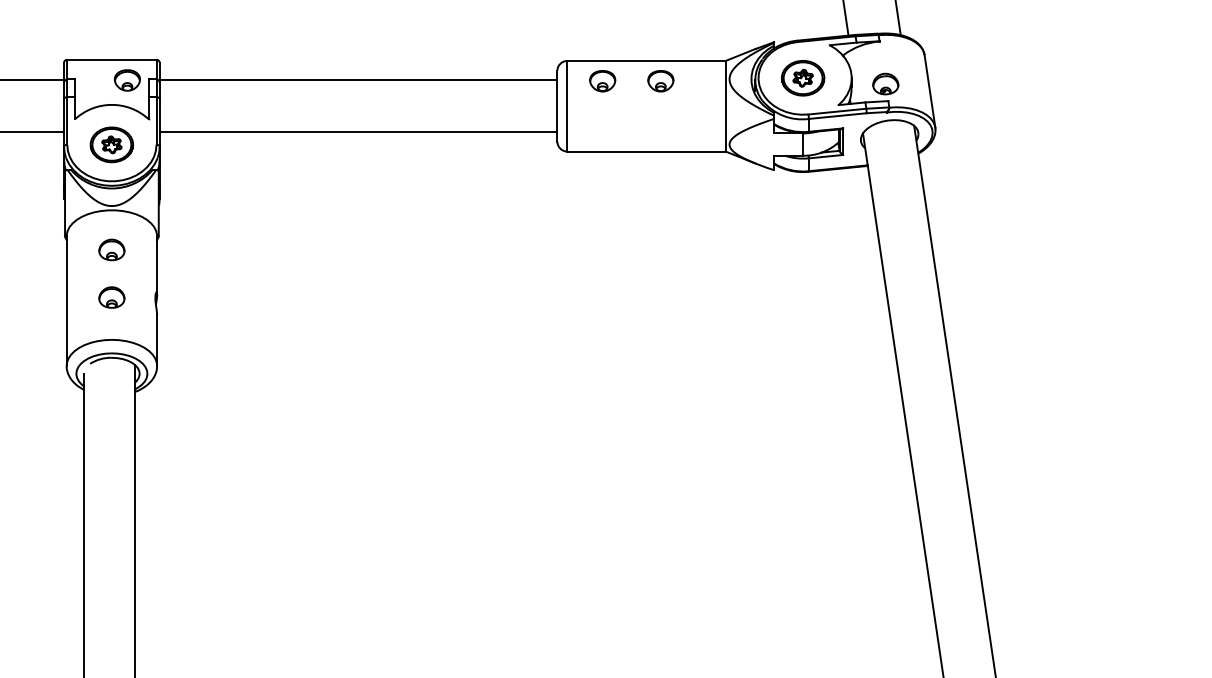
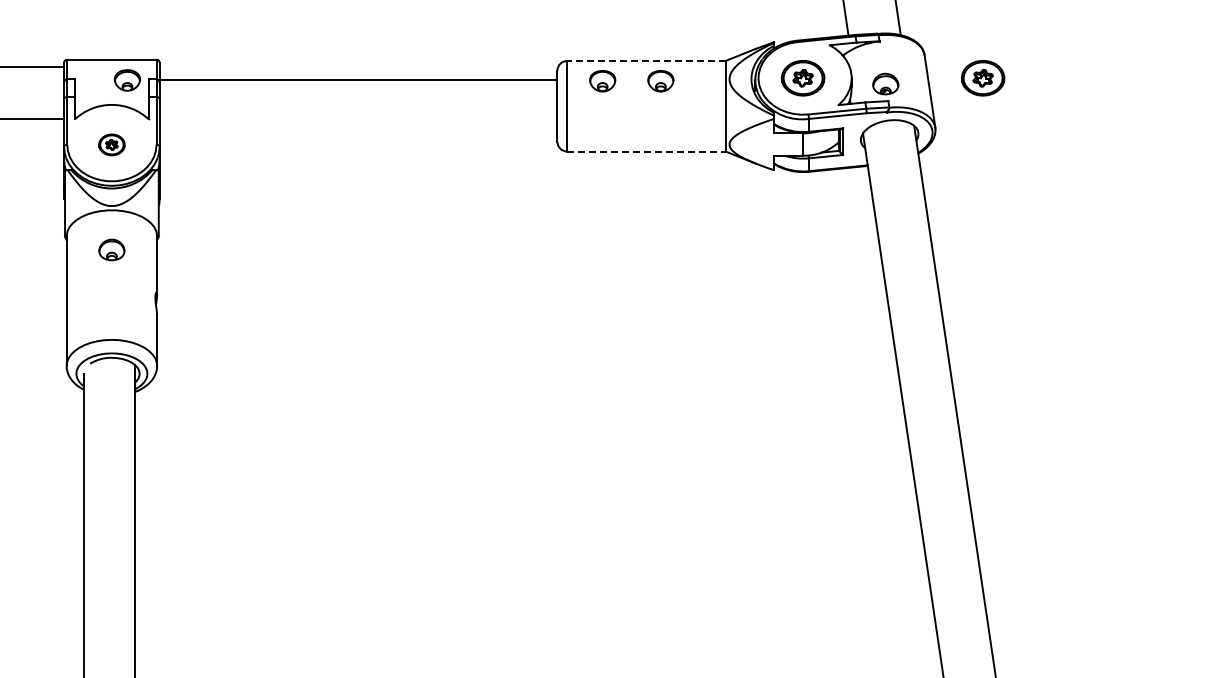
line at (645, 61): solid -> dashed
part at (982, 78): none -> present
line at (33, 80) position: (33, 80) -> (33, 67)
line at (33, 132) position: (33, 132) -> (33, 119)
line at (358, 132): present -> none
part at (111, 144) size: 46x38 px -> 28x24 px
line at (646, 151): solid -> dashed
part at (111, 297): present -> none
